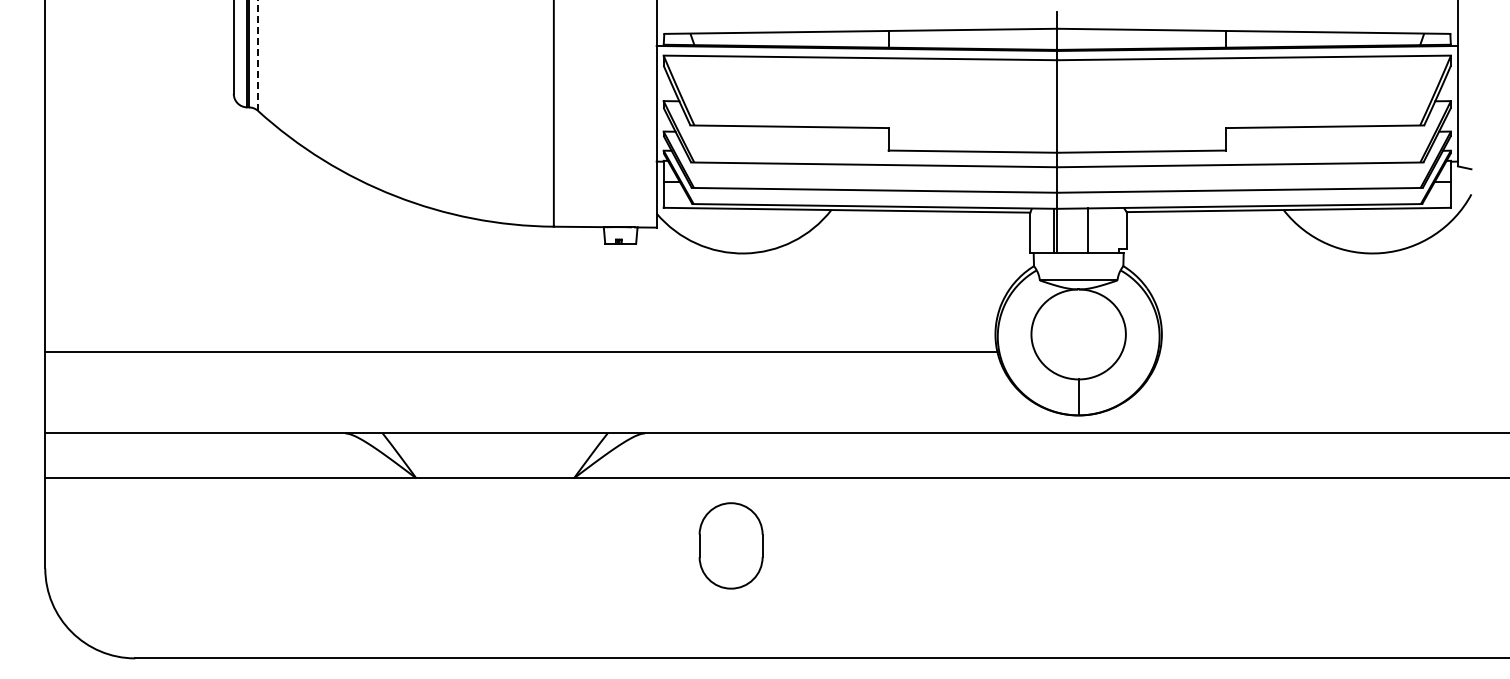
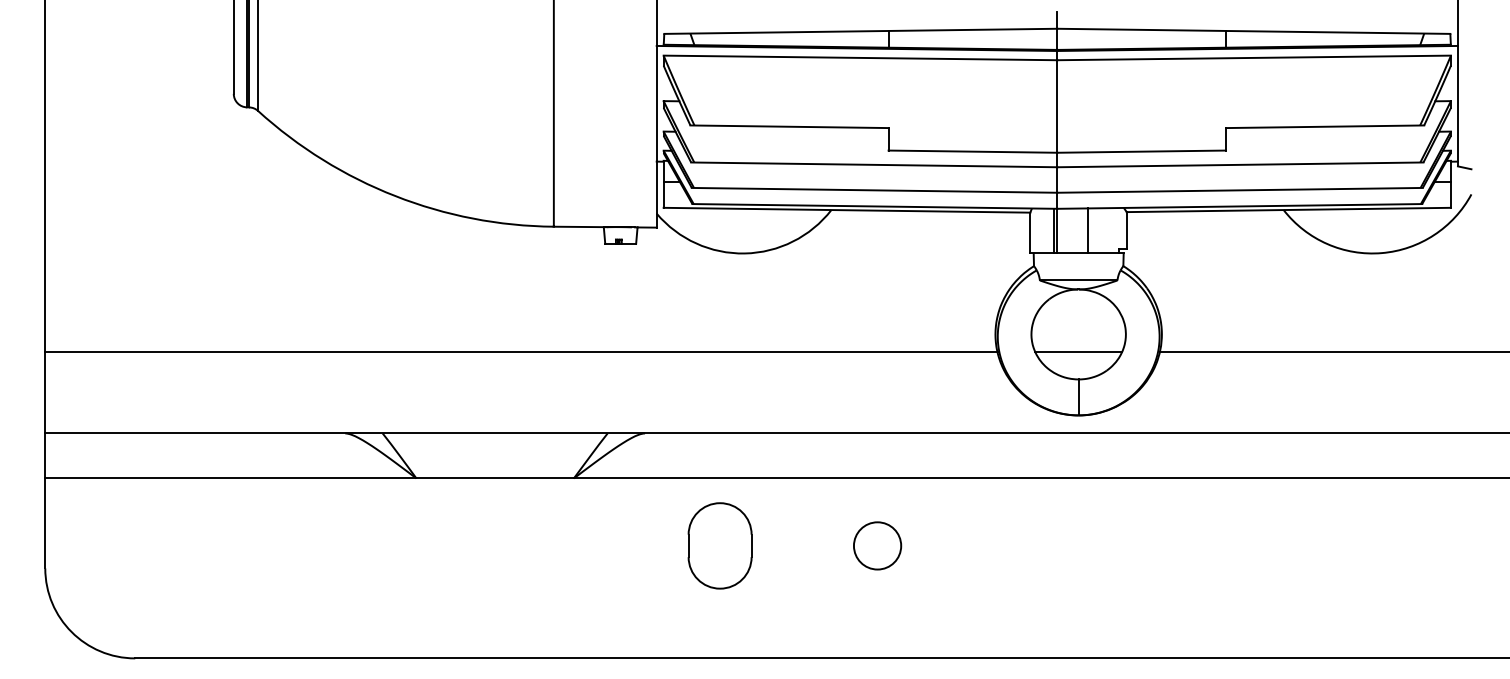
line at (258, 55): dashed -> solid
line at (1078, 352): none -> present
line at (1332, 352): none -> present
part at (730, 545) position: (730, 545) -> (719, 545)
circle at (877, 545): none -> present
